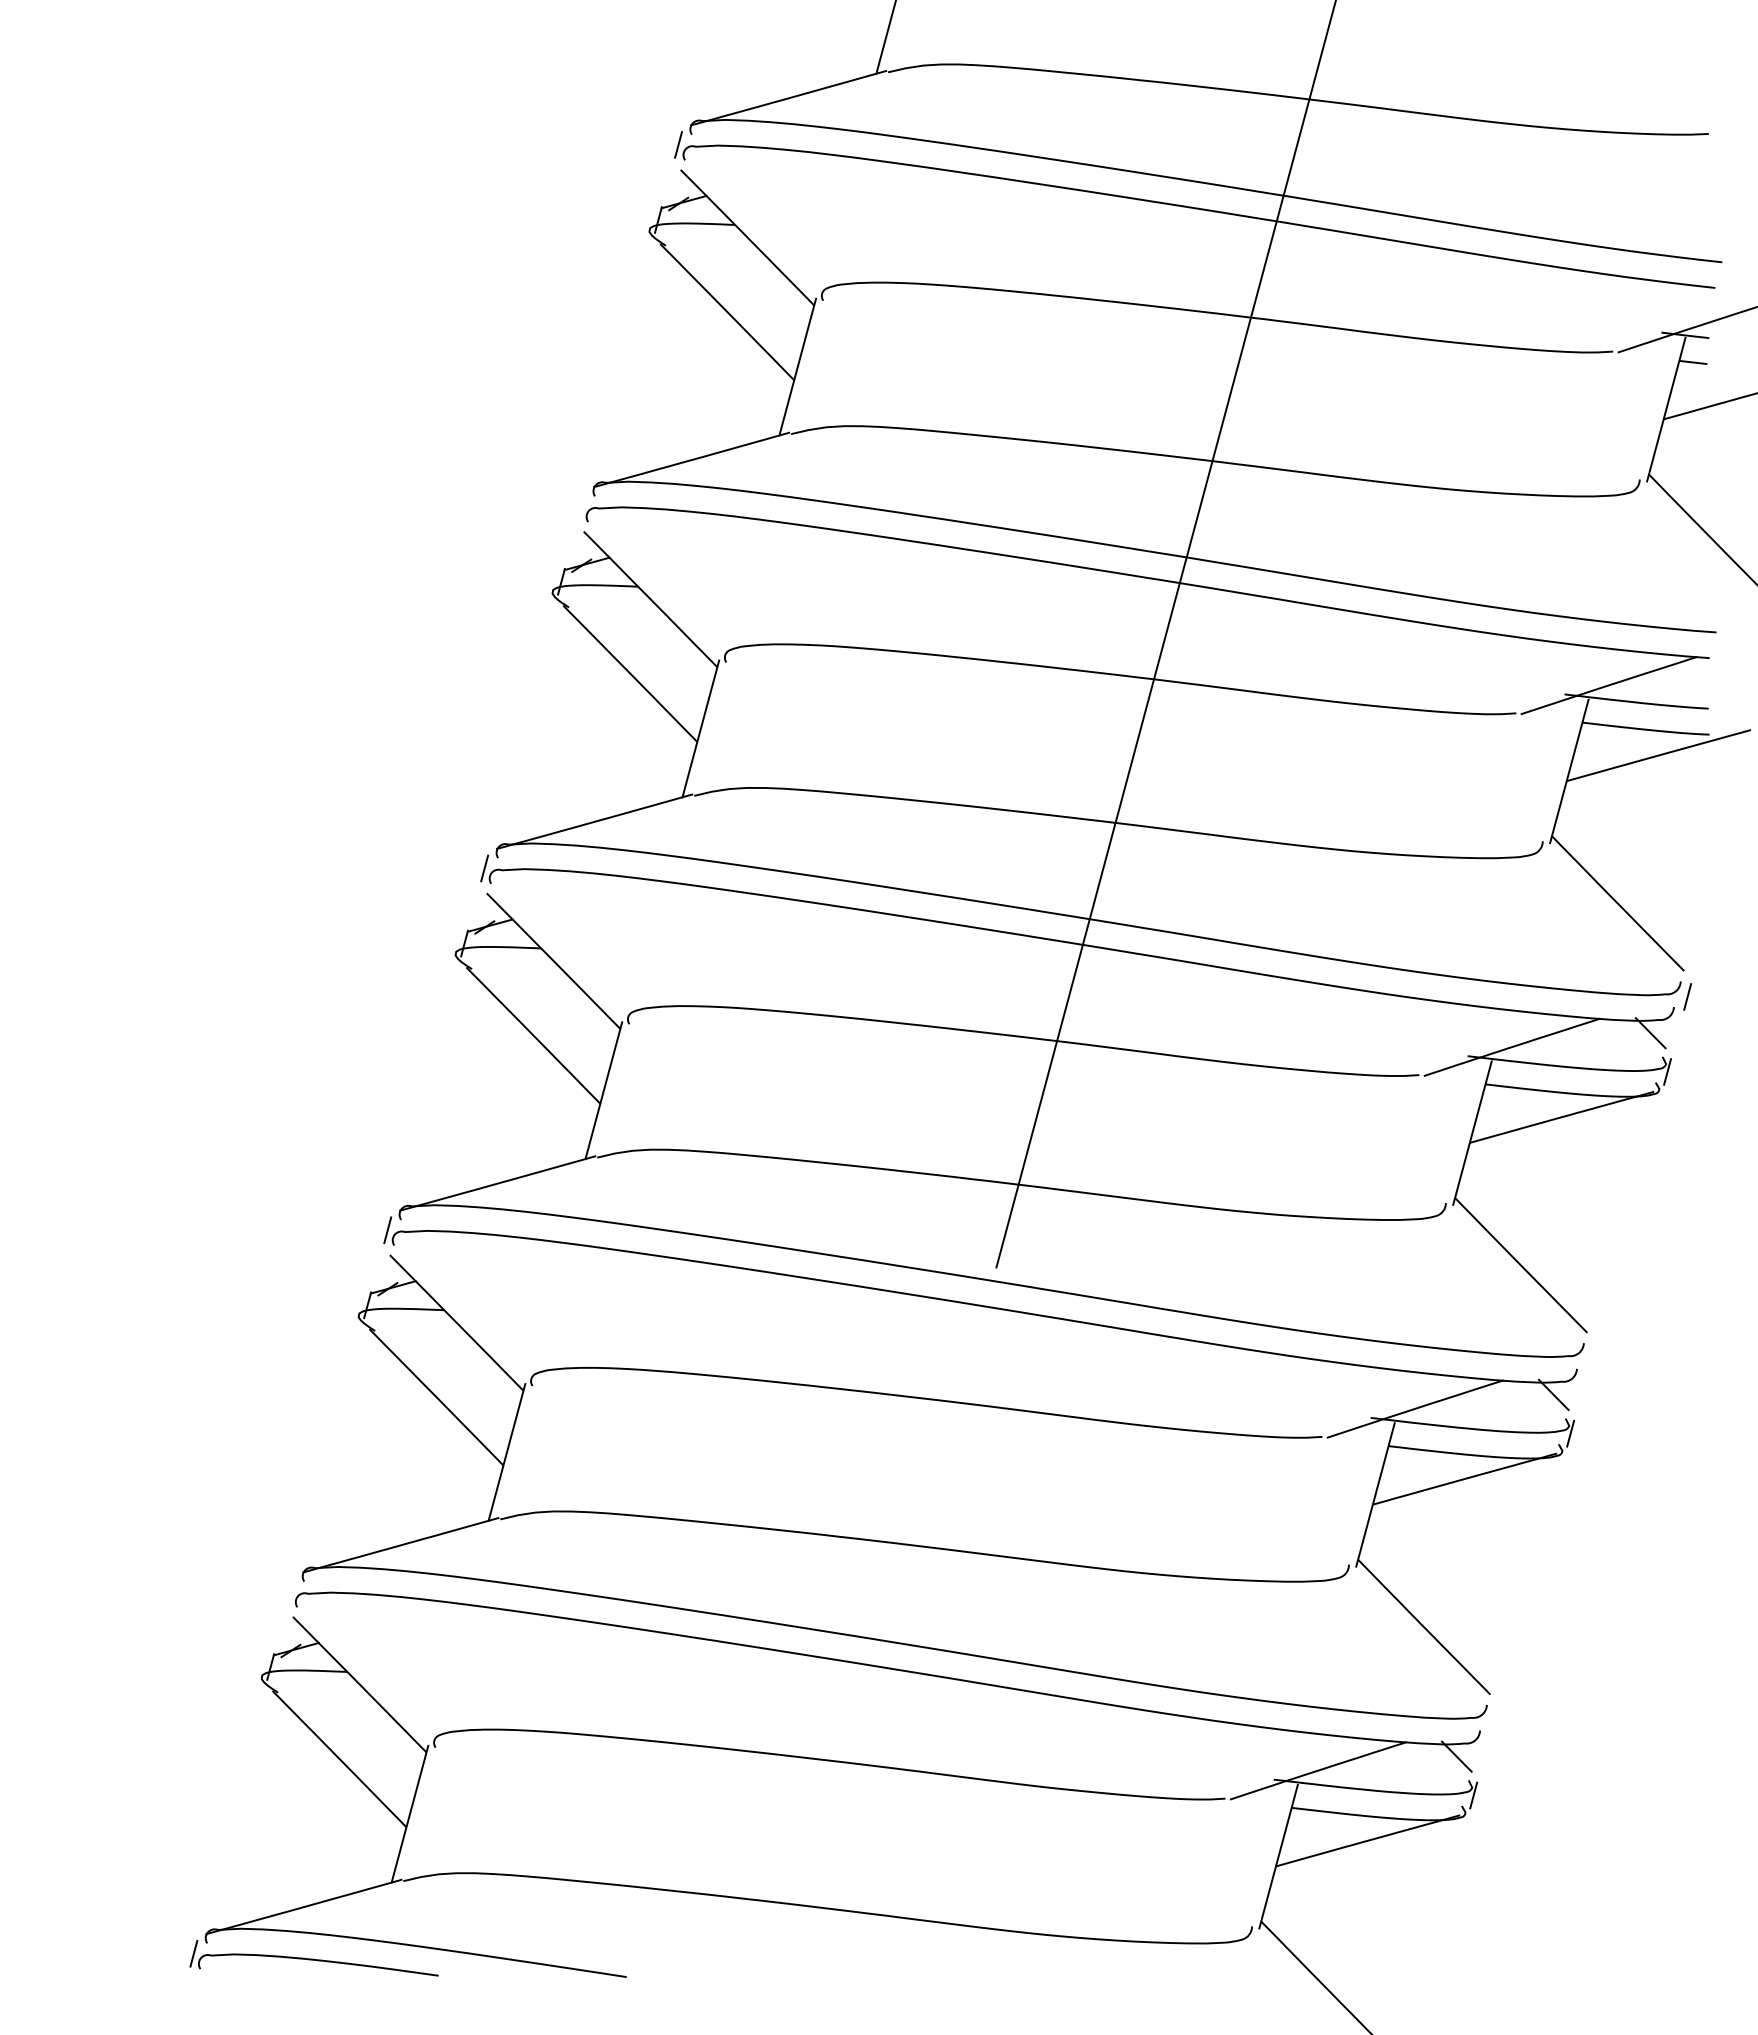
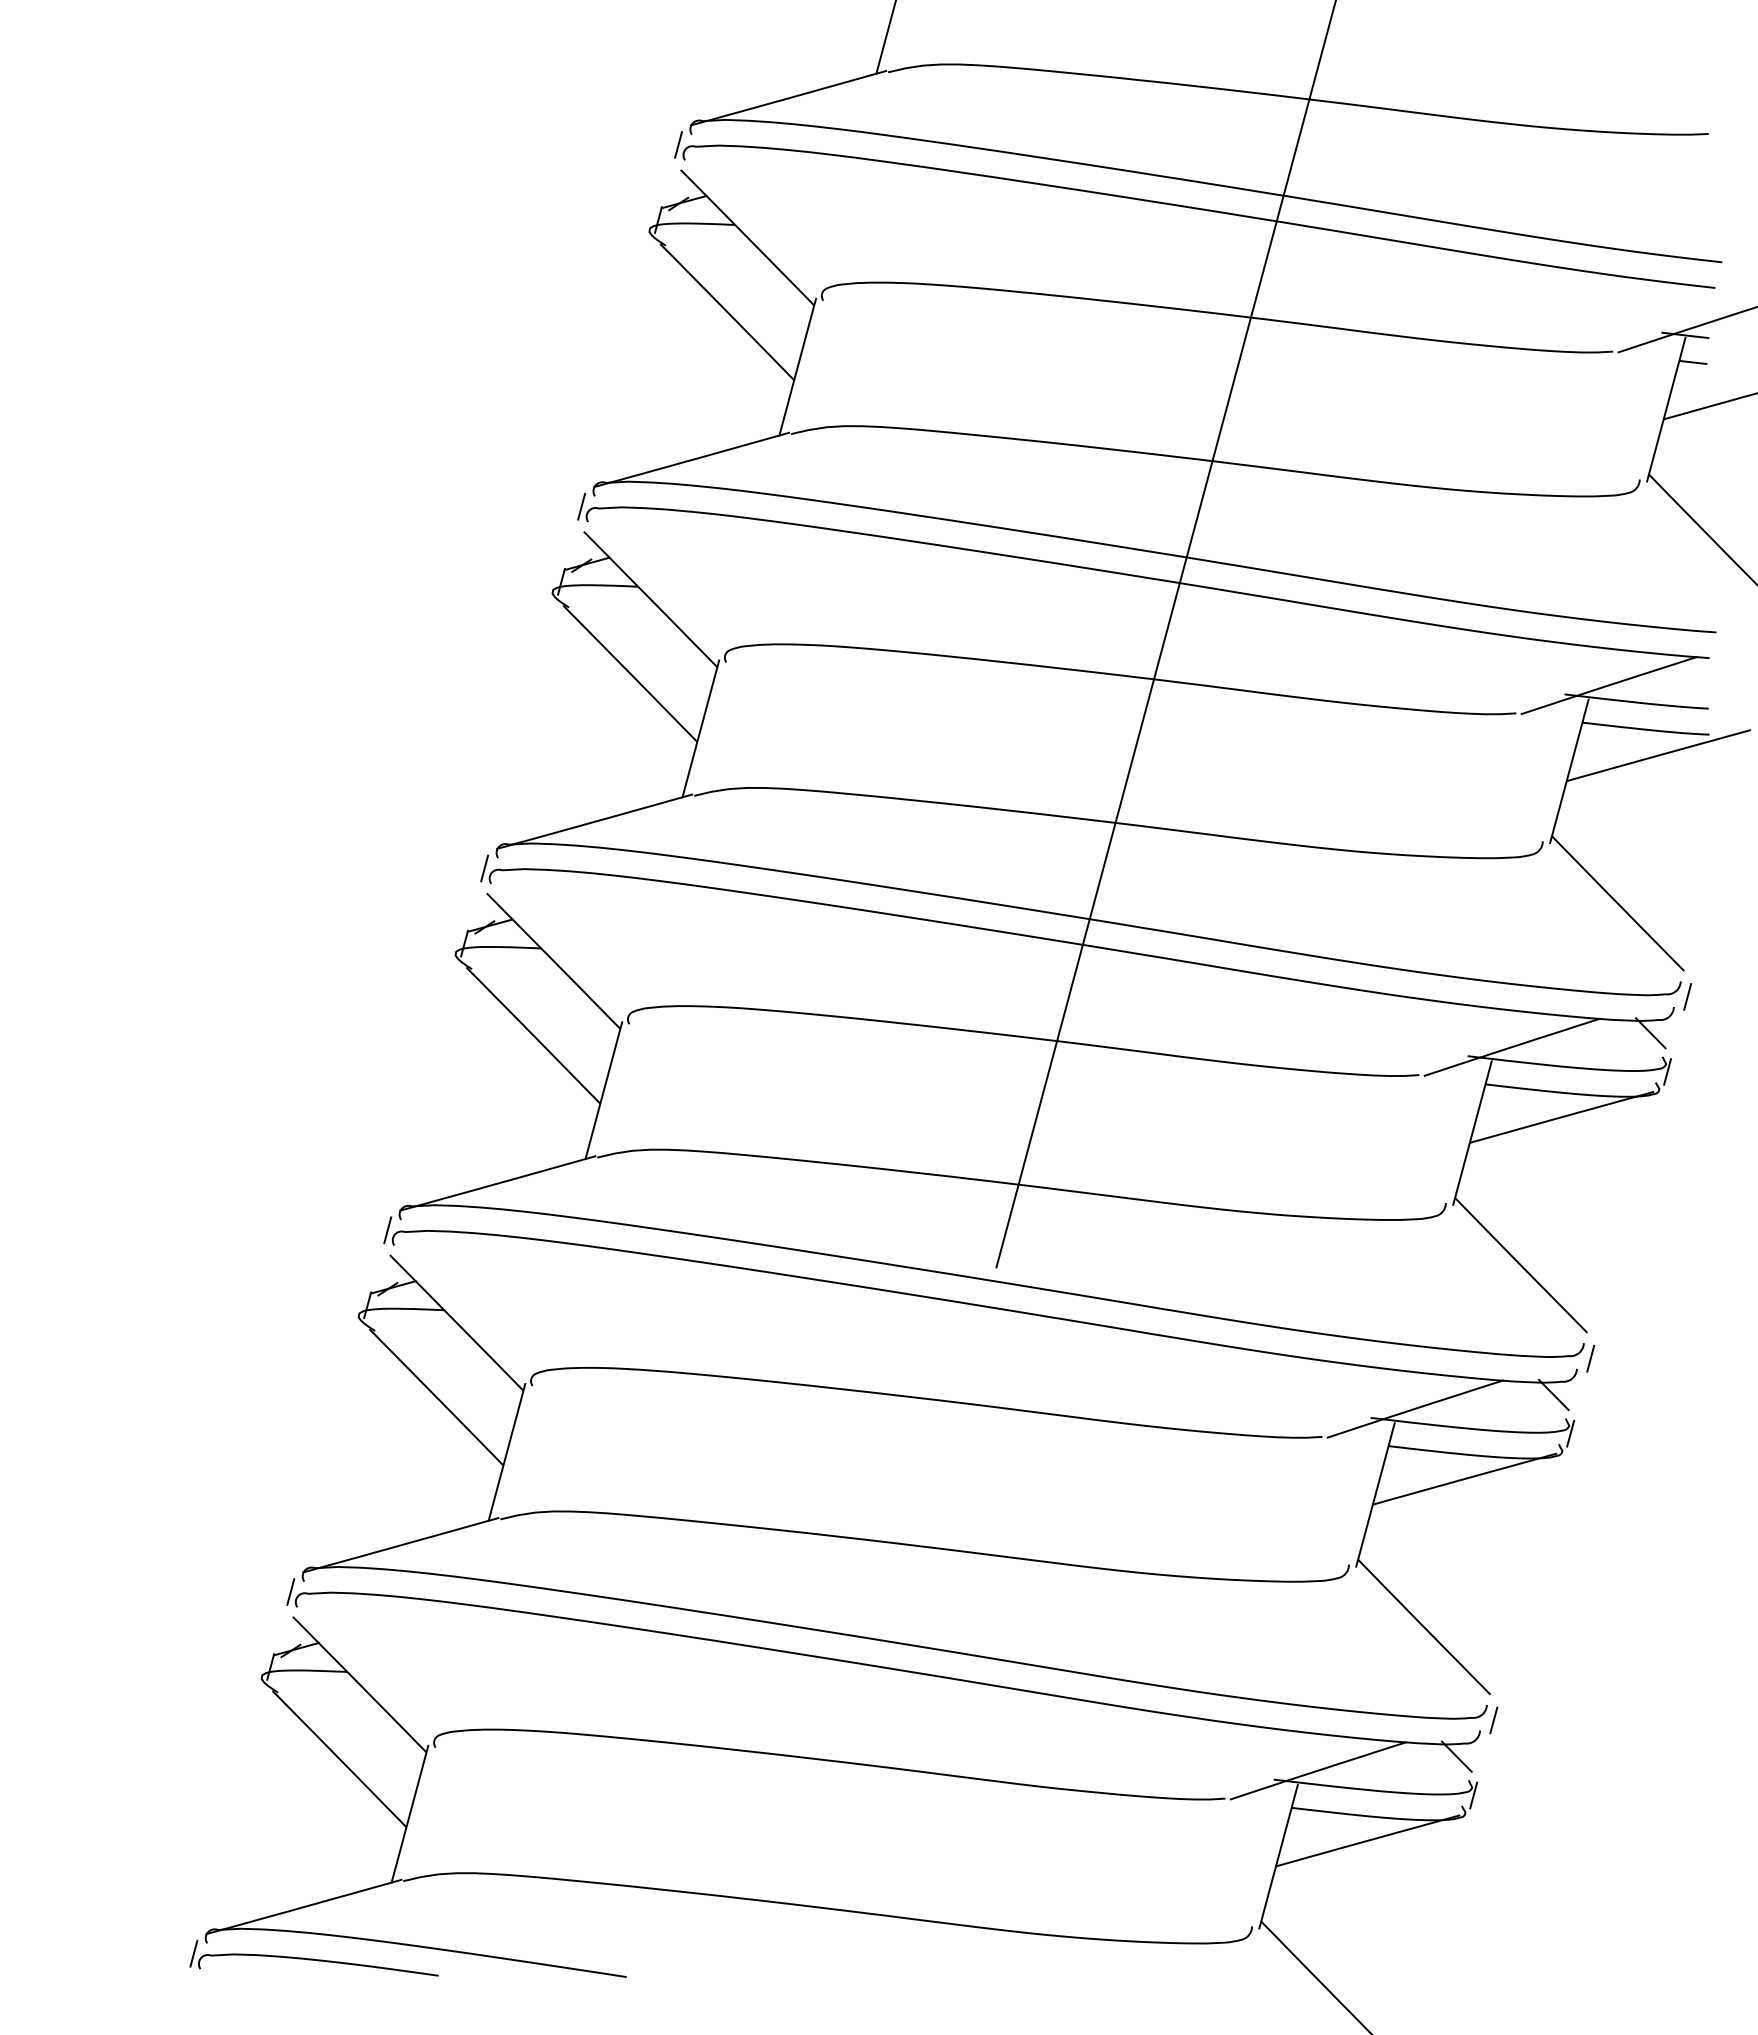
line at (581, 506): none -> present
line at (1590, 1358): none -> present
line at (290, 1591): none -> present
line at (1493, 1720): none -> present
